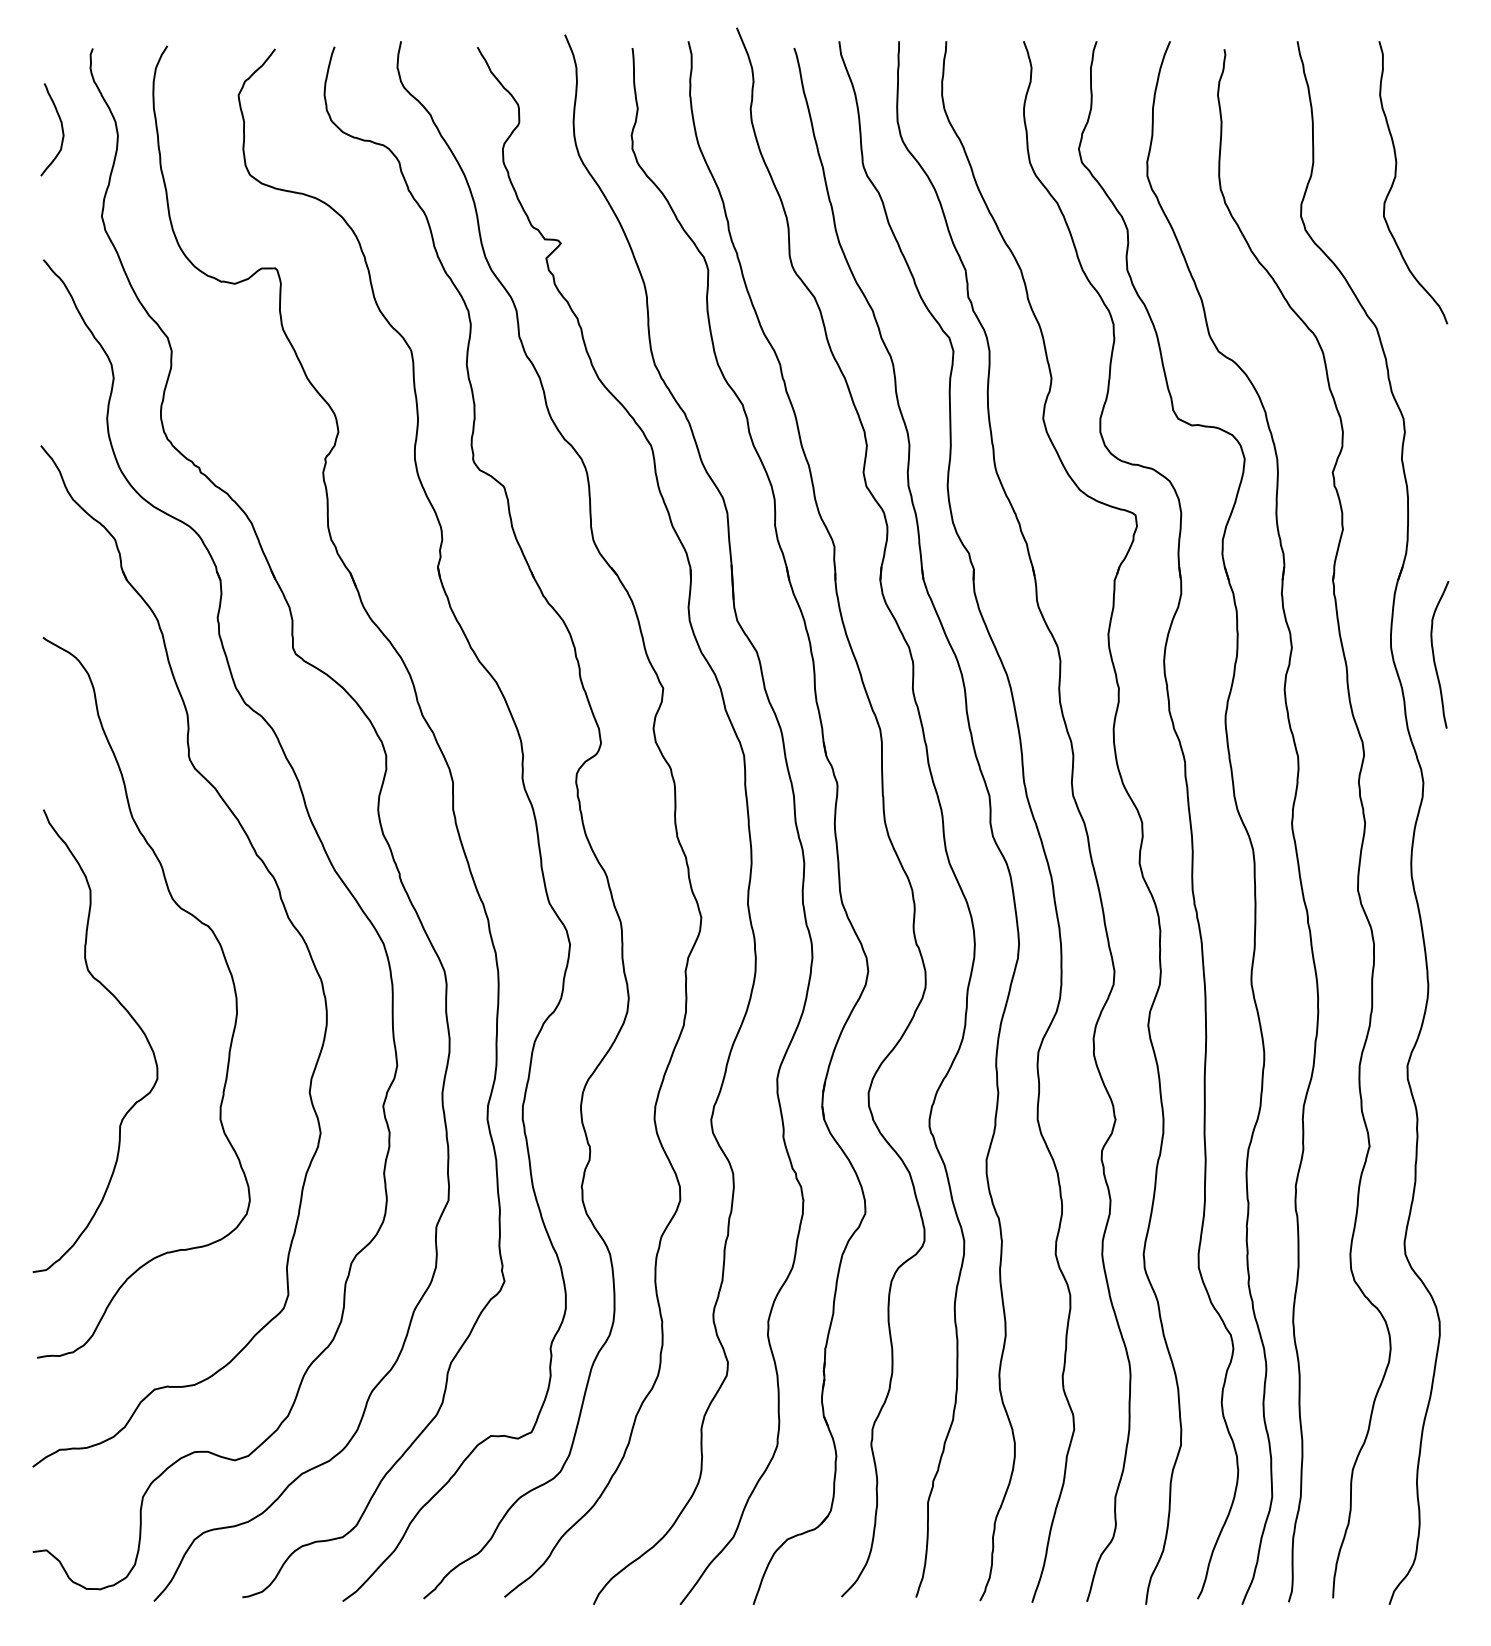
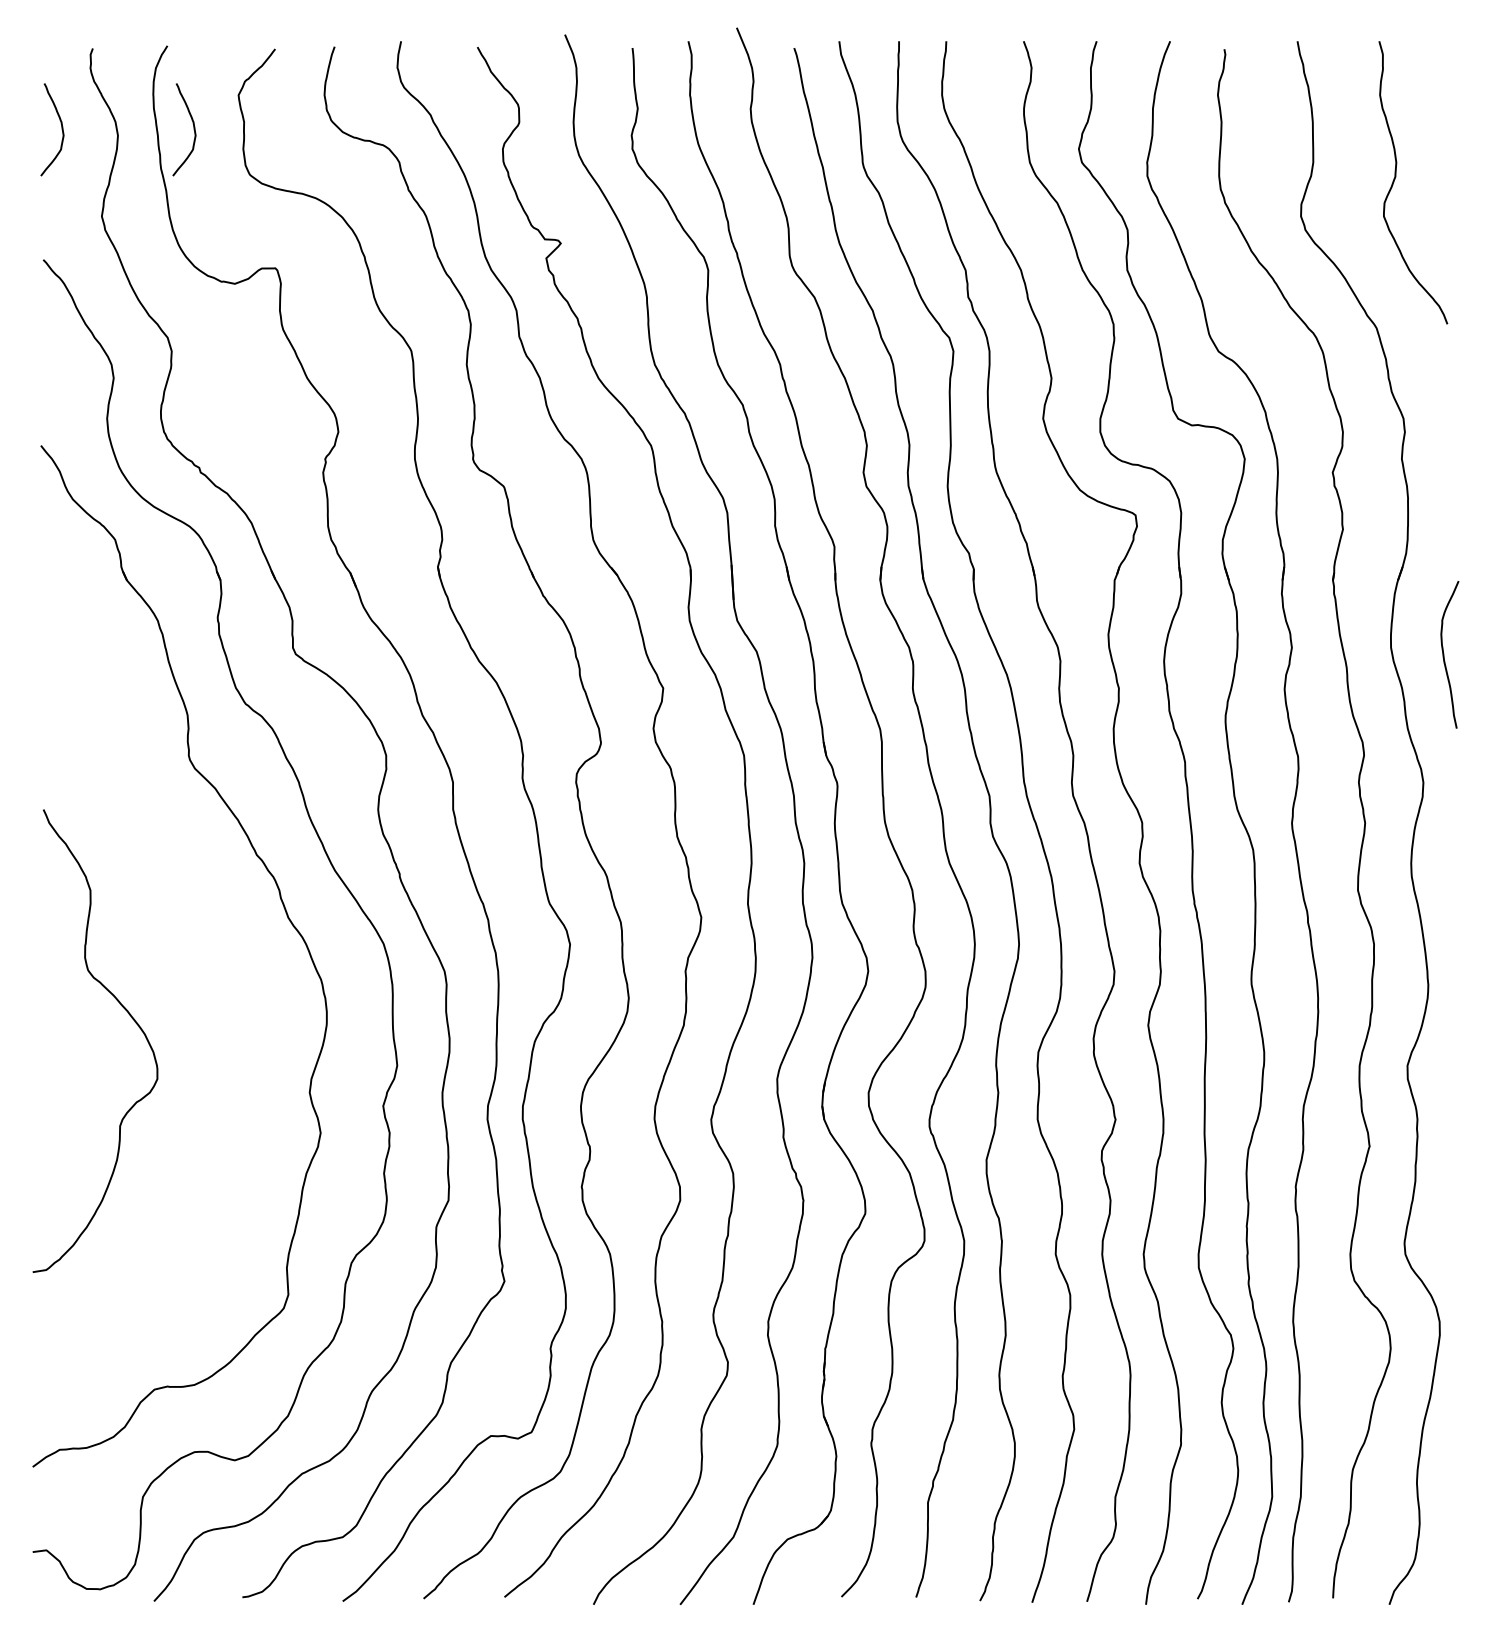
curve at (193, 129): none -> present
curve at (1434, 654) position: (1434, 654) -> (1444, 654)
curve at (225, 963): present -> none
